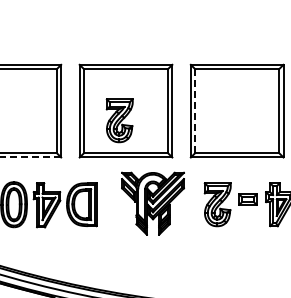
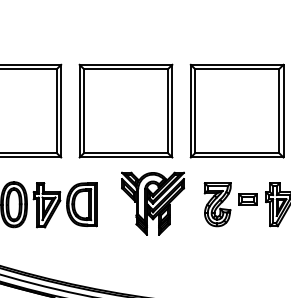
line at (195, 111): dashed -> solid
part at (119, 120): present -> none
line at (30, 157): dashed -> solid
